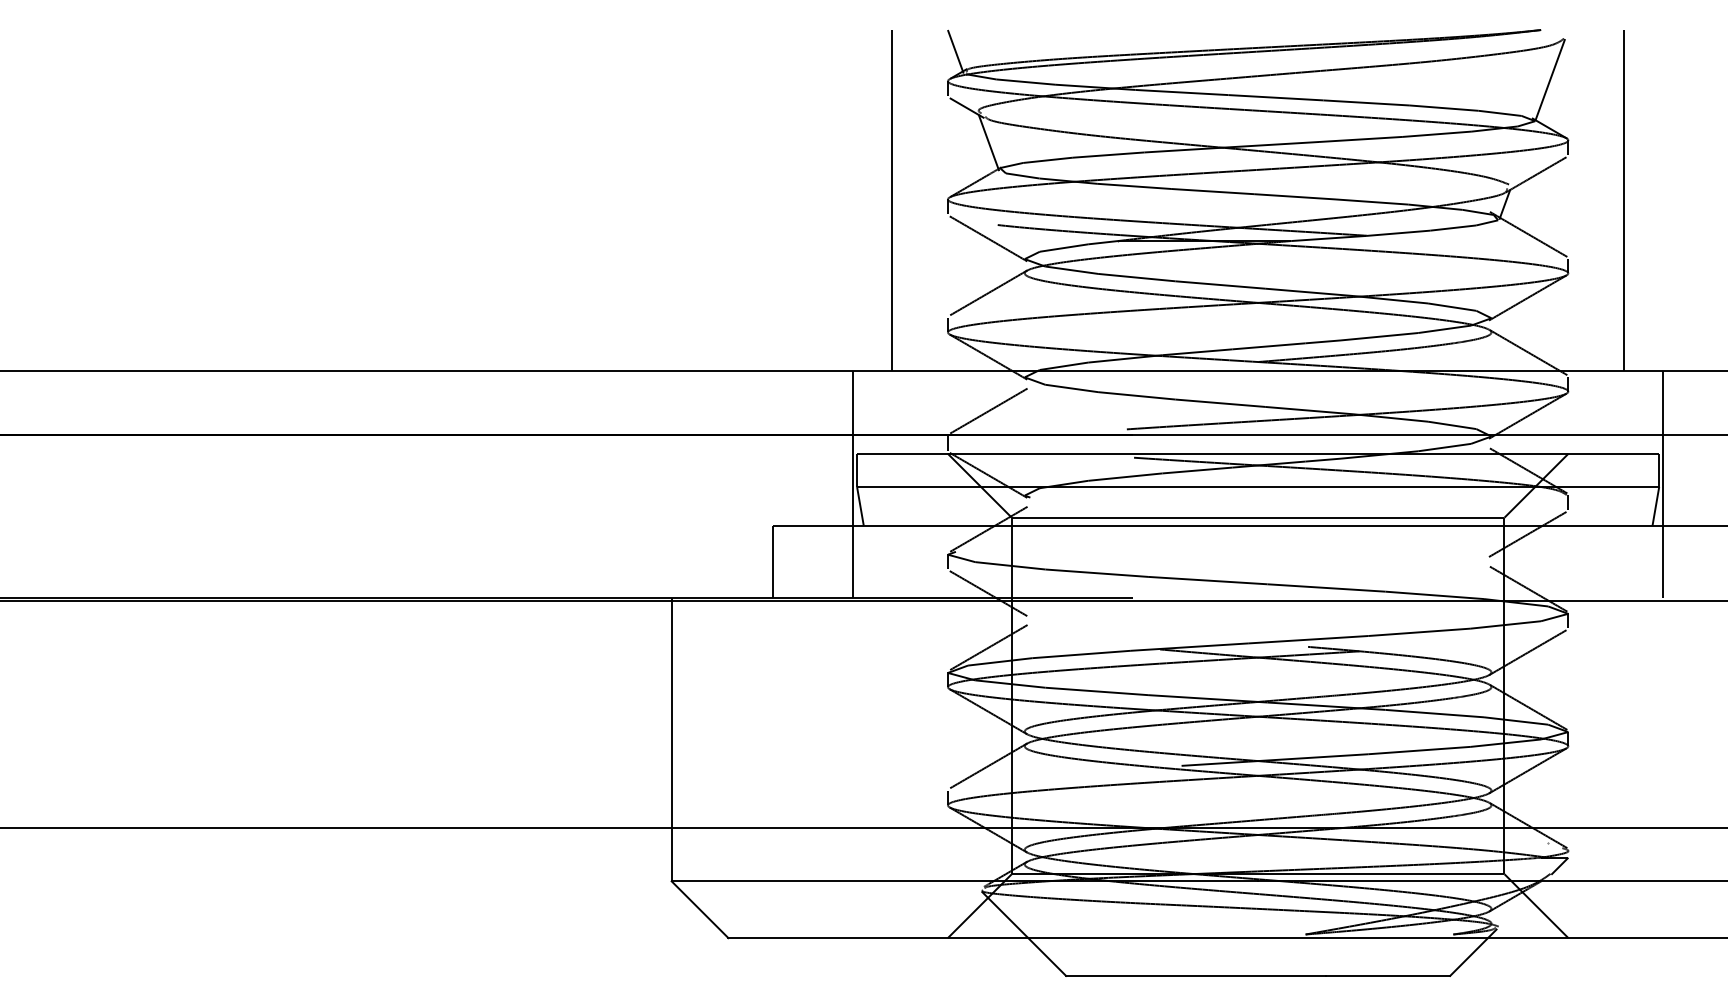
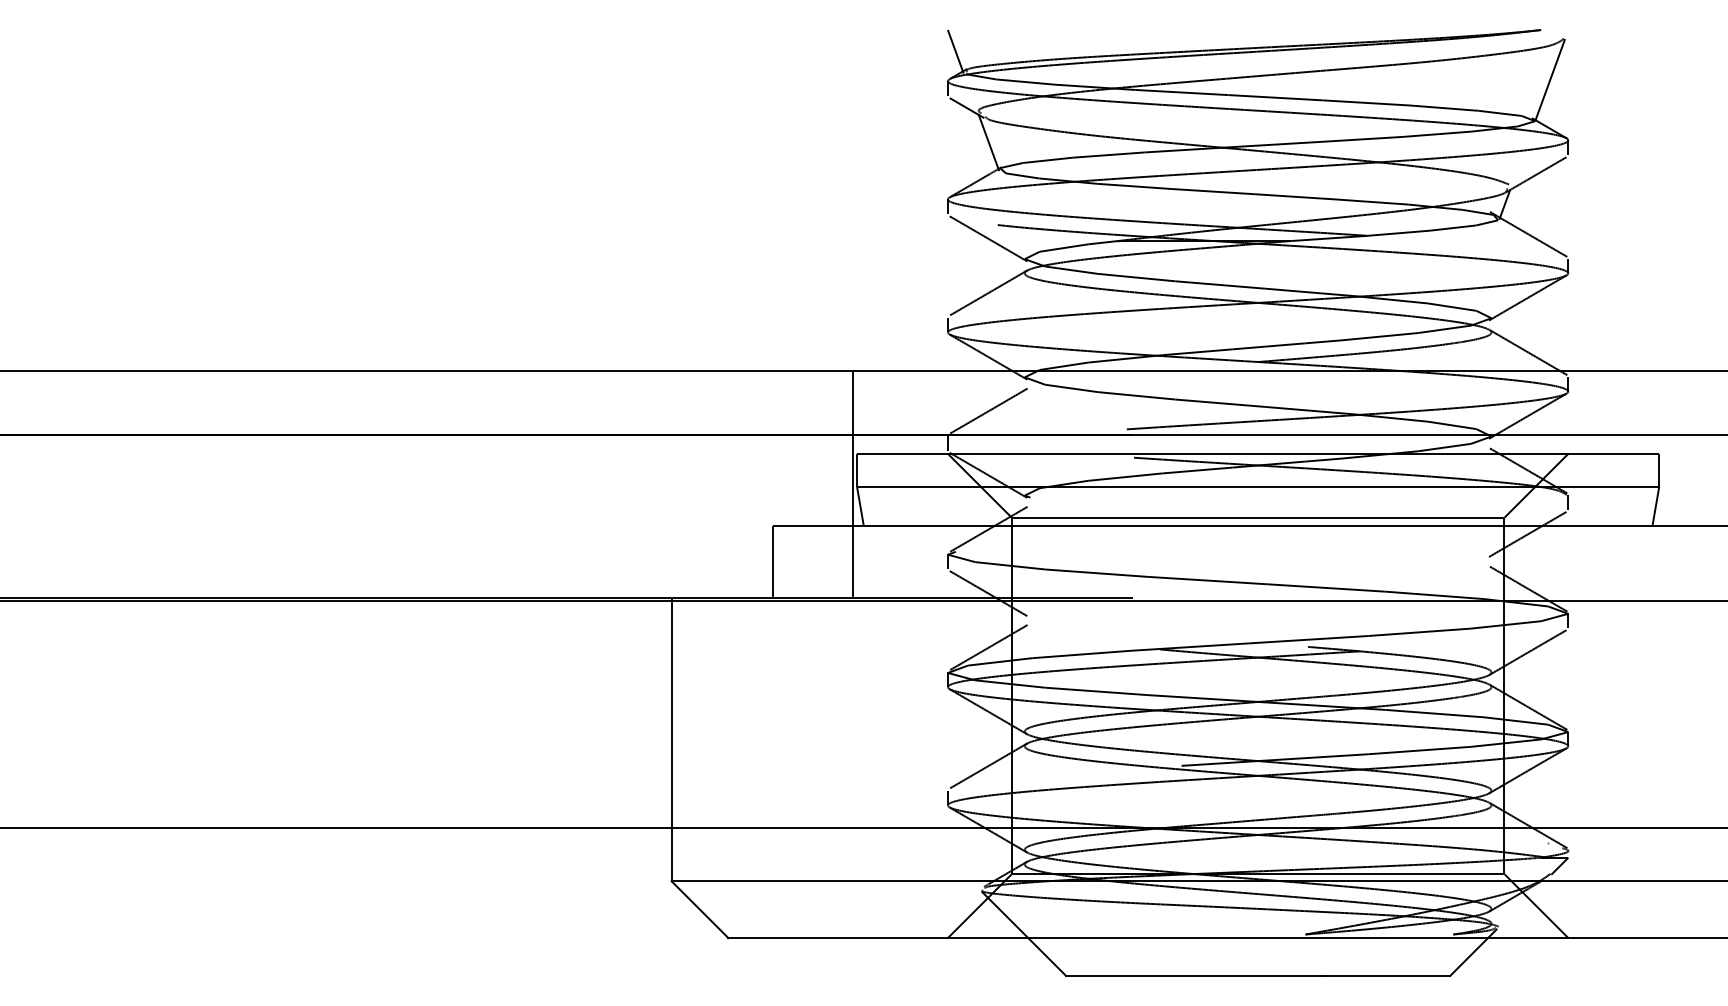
line at (892, 200): present -> none
line at (1624, 200): present -> none
line at (1663, 483): present -> none
